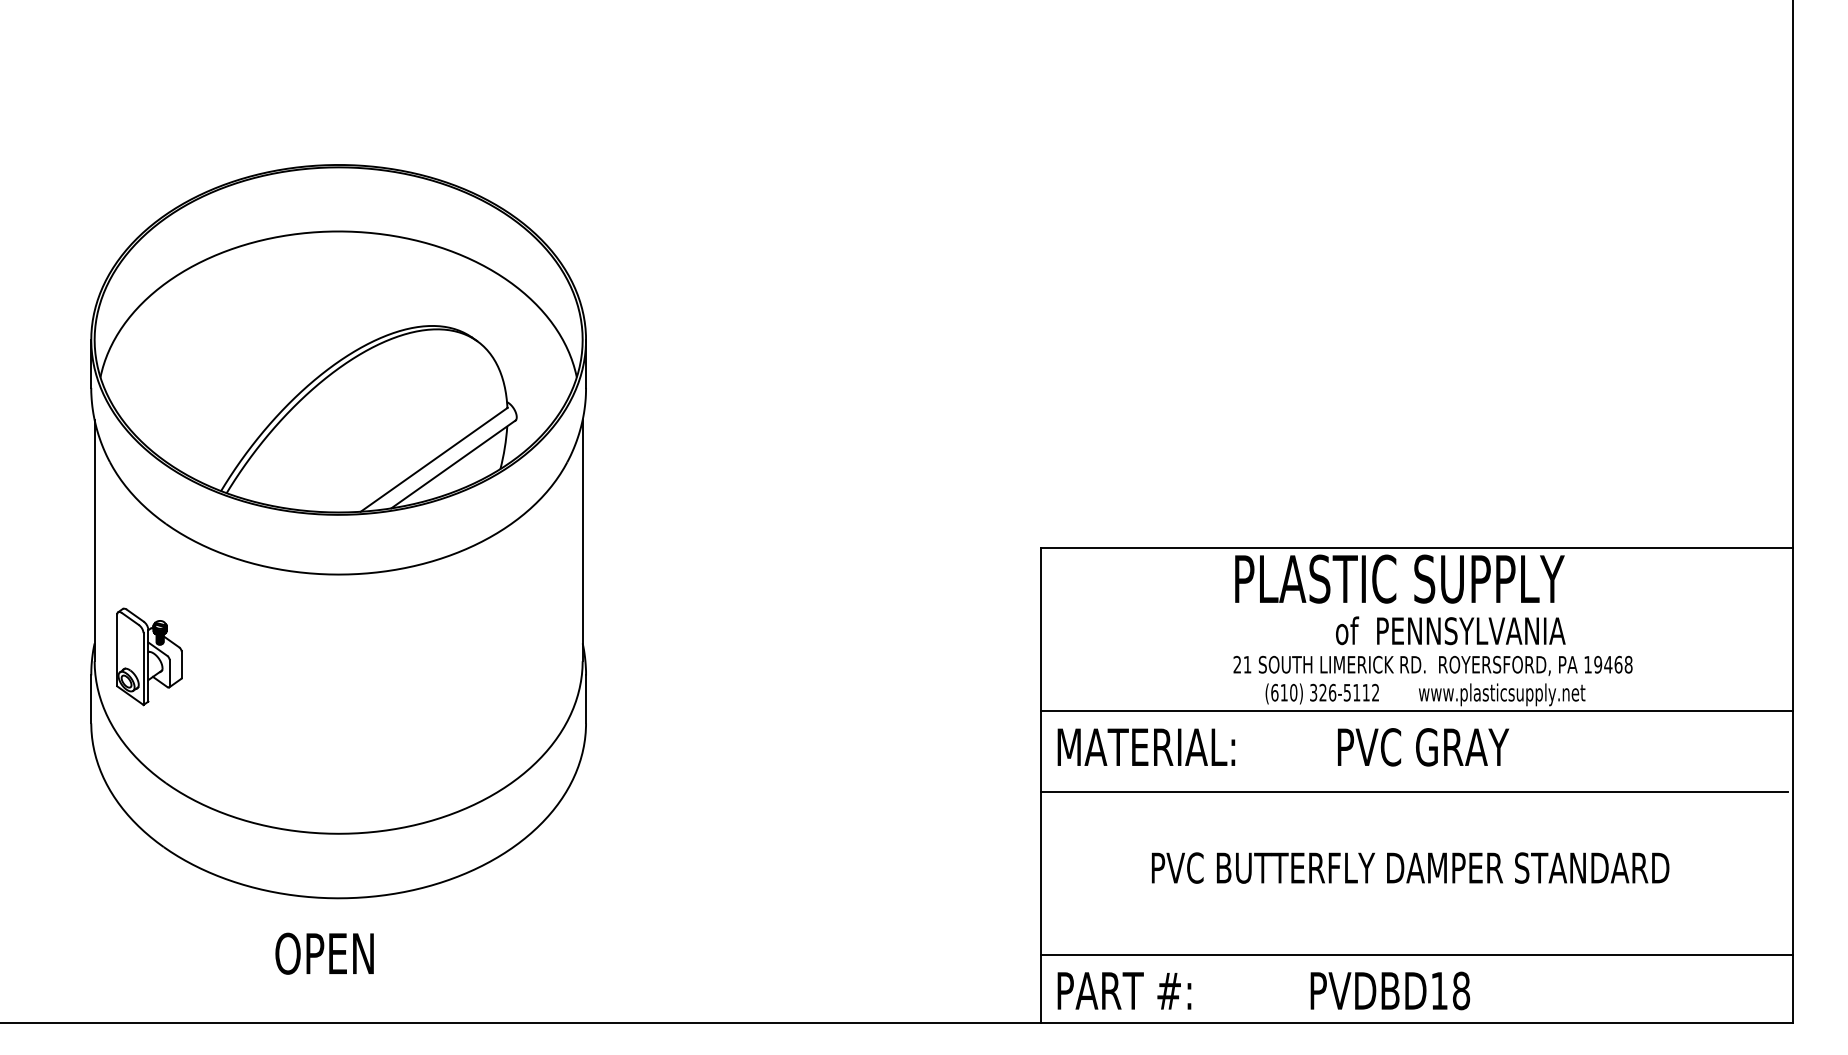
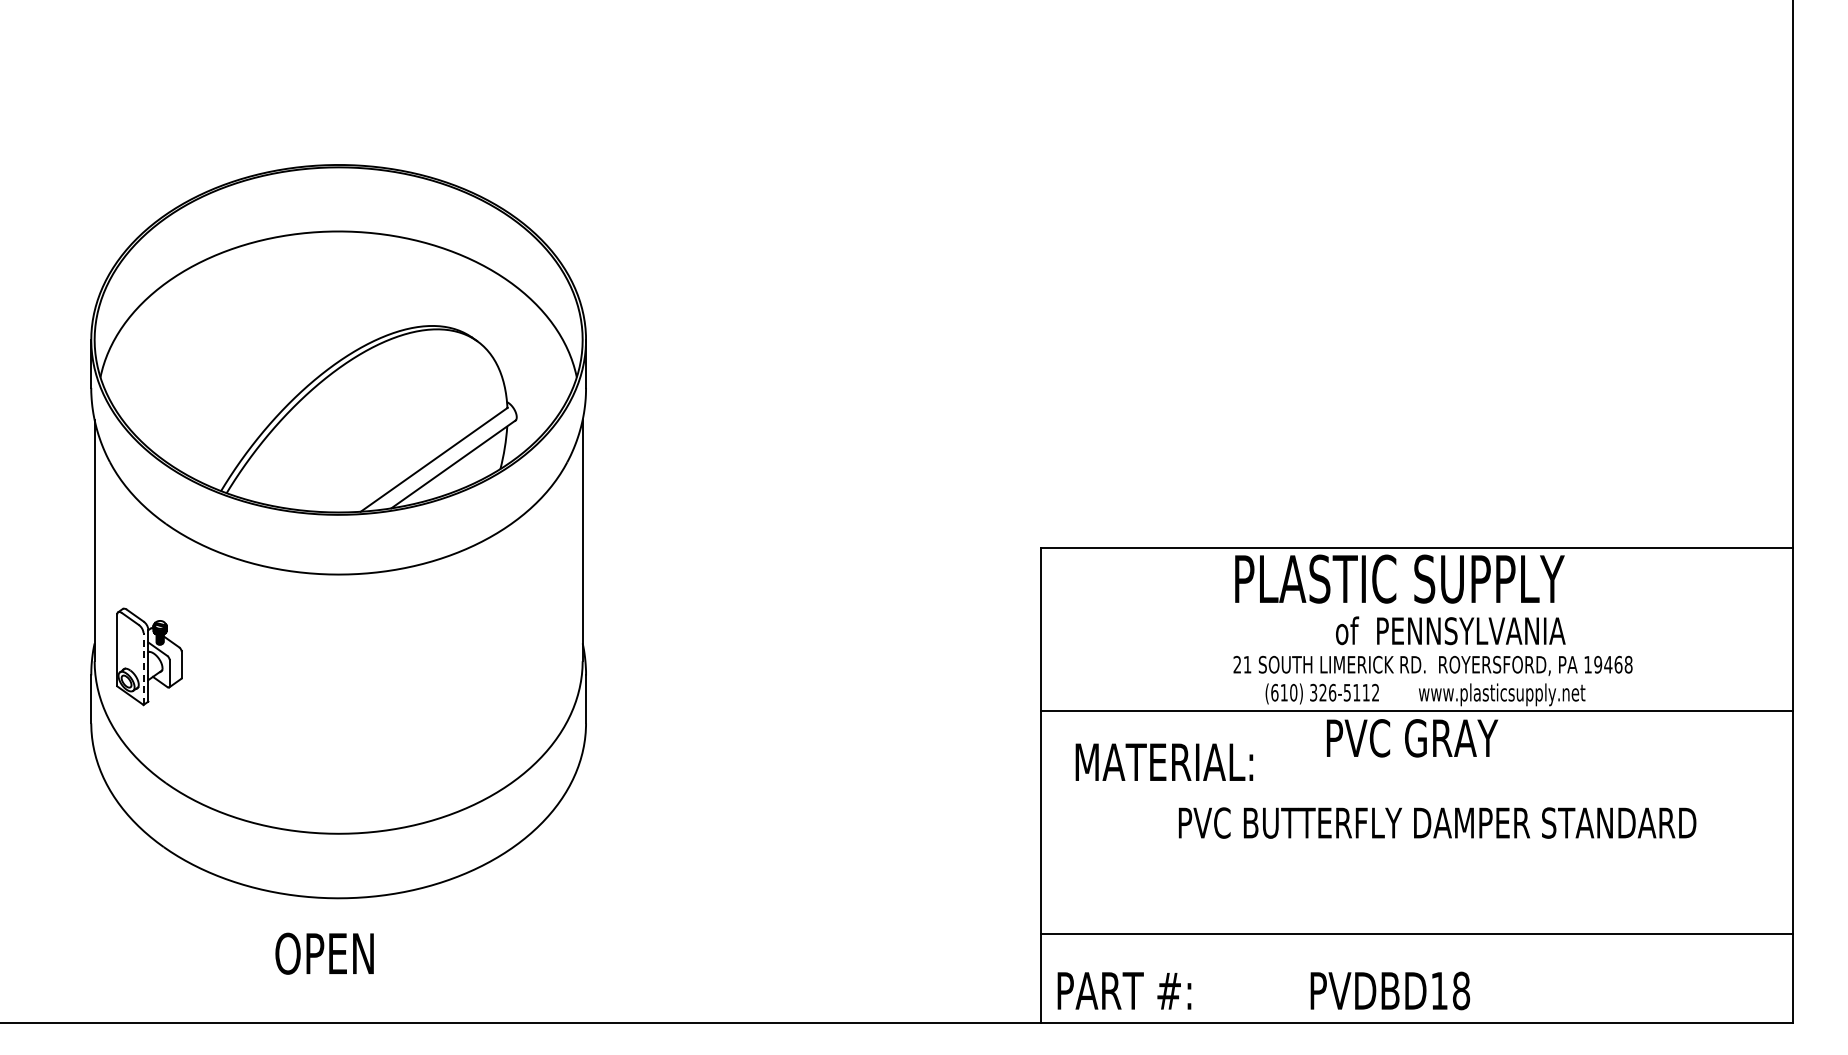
line at (143, 669): solid -> dashed
text at (1146, 746) position: (1146, 746) -> (1164, 761)
text at (1423, 747) position: (1423, 747) -> (1412, 738)
line at (1414, 792): present -> none
text at (1410, 867) position: (1410, 867) -> (1437, 822)
line at (1416, 954) position: (1416, 954) -> (1416, 933)
